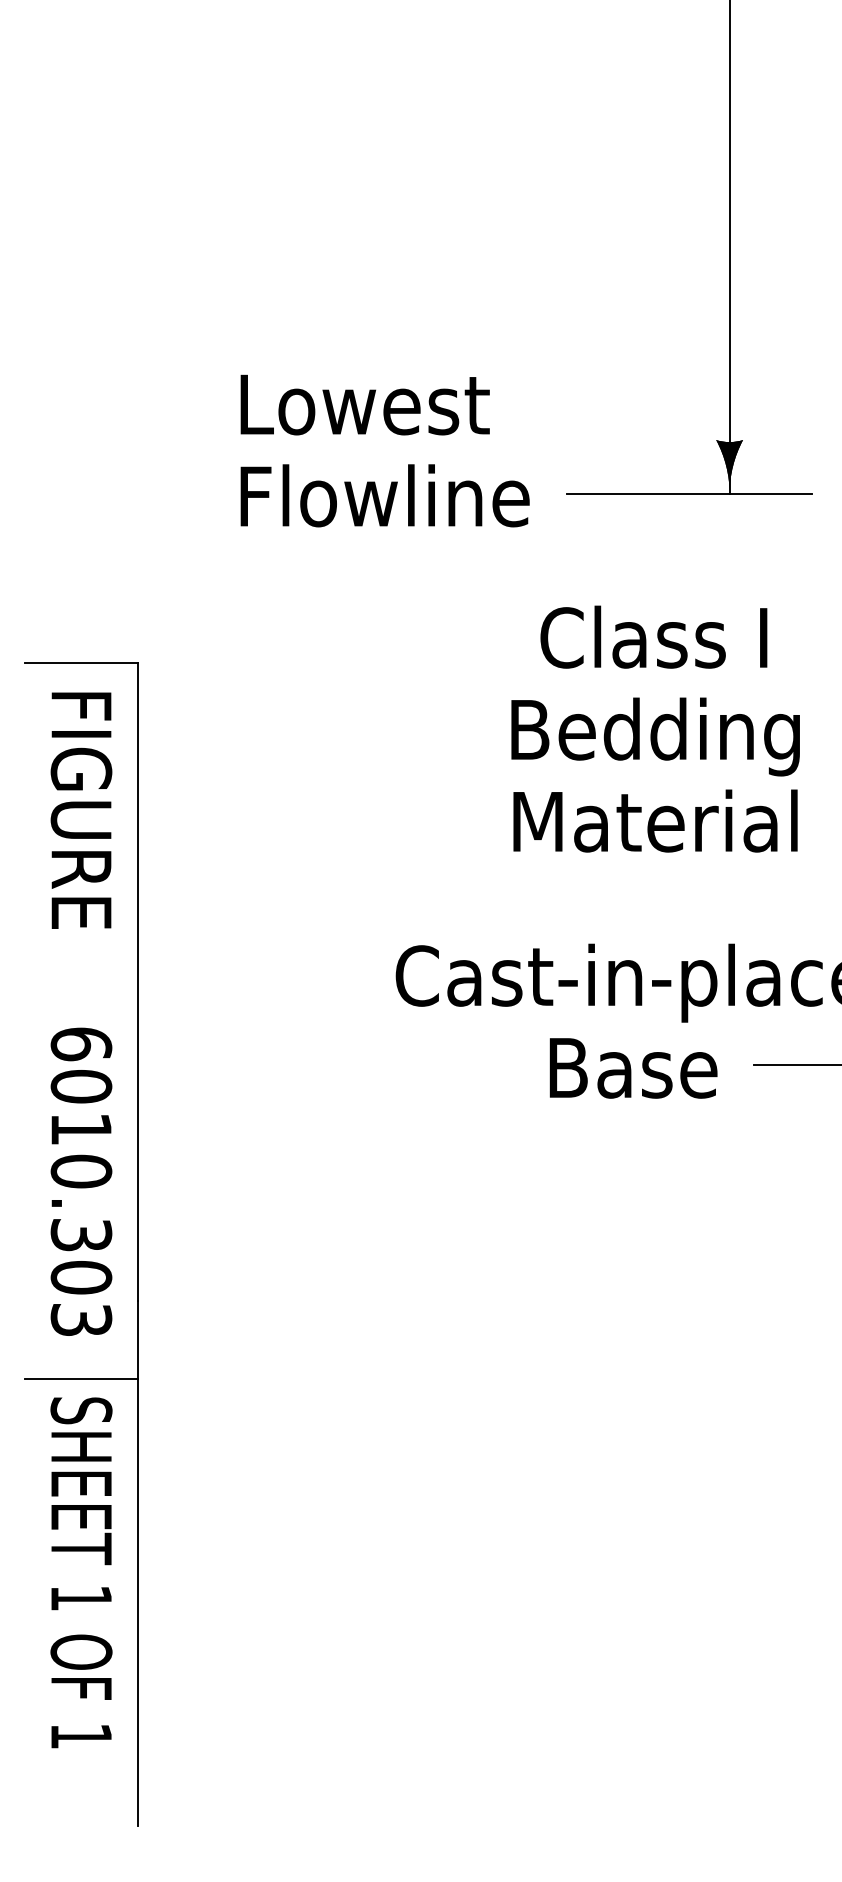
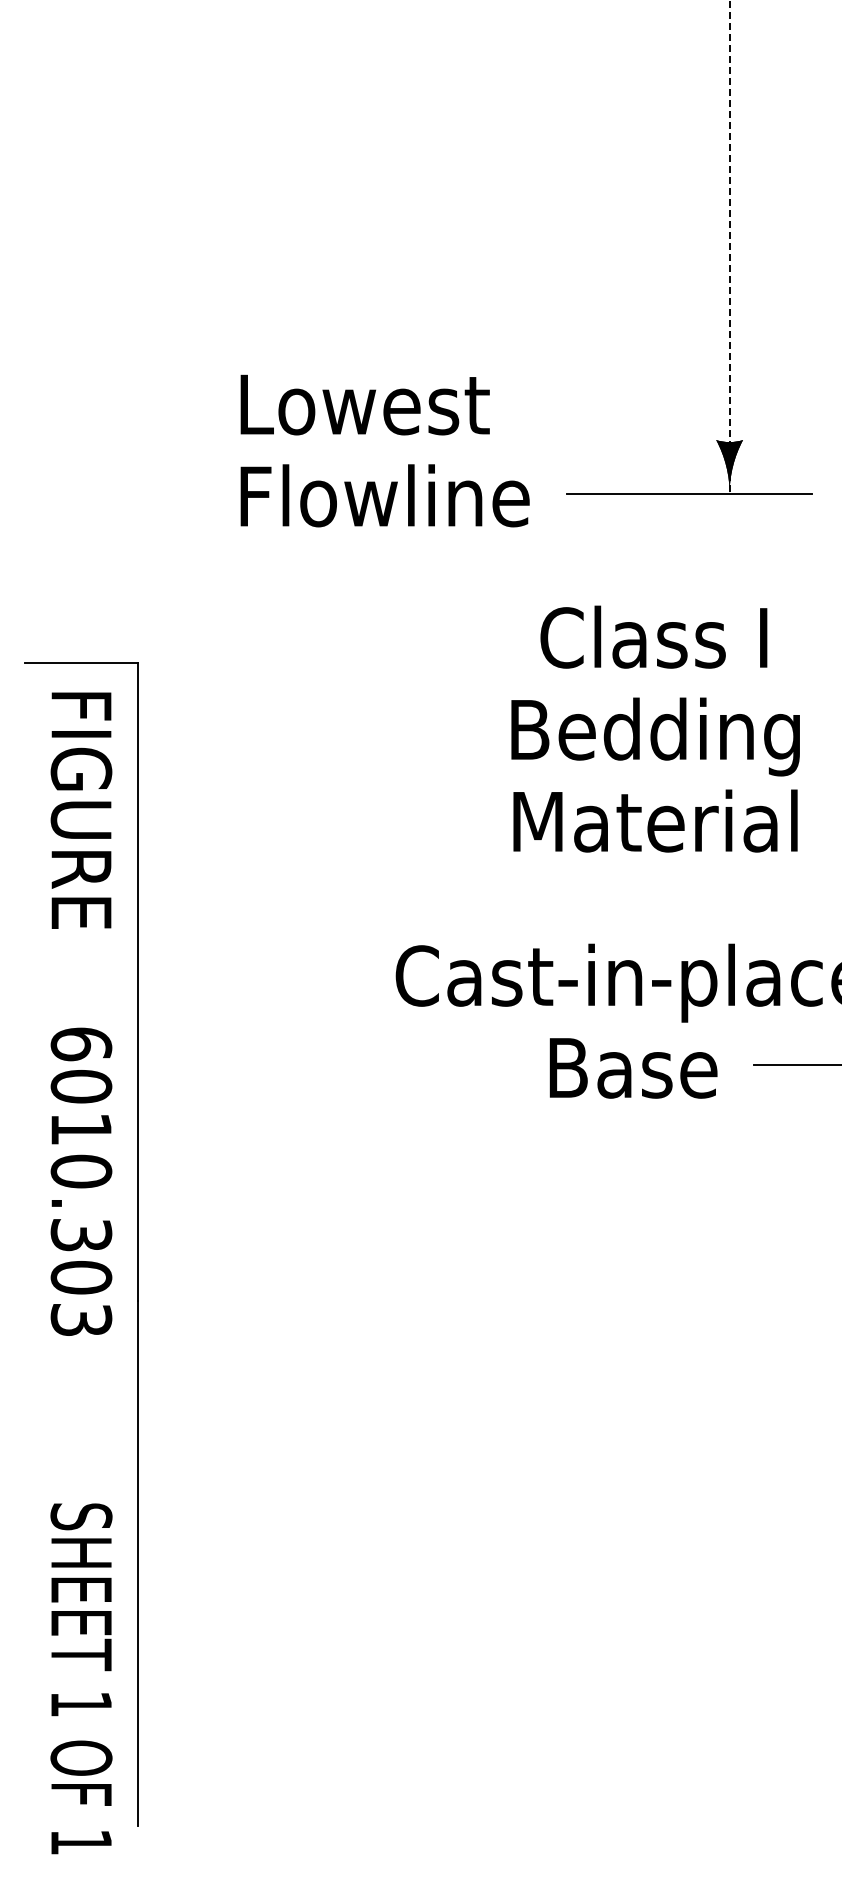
line at (729, 247): solid -> dashed
line at (81, 1379): present -> none
text at (81, 1572) position: (81, 1572) -> (81, 1678)
